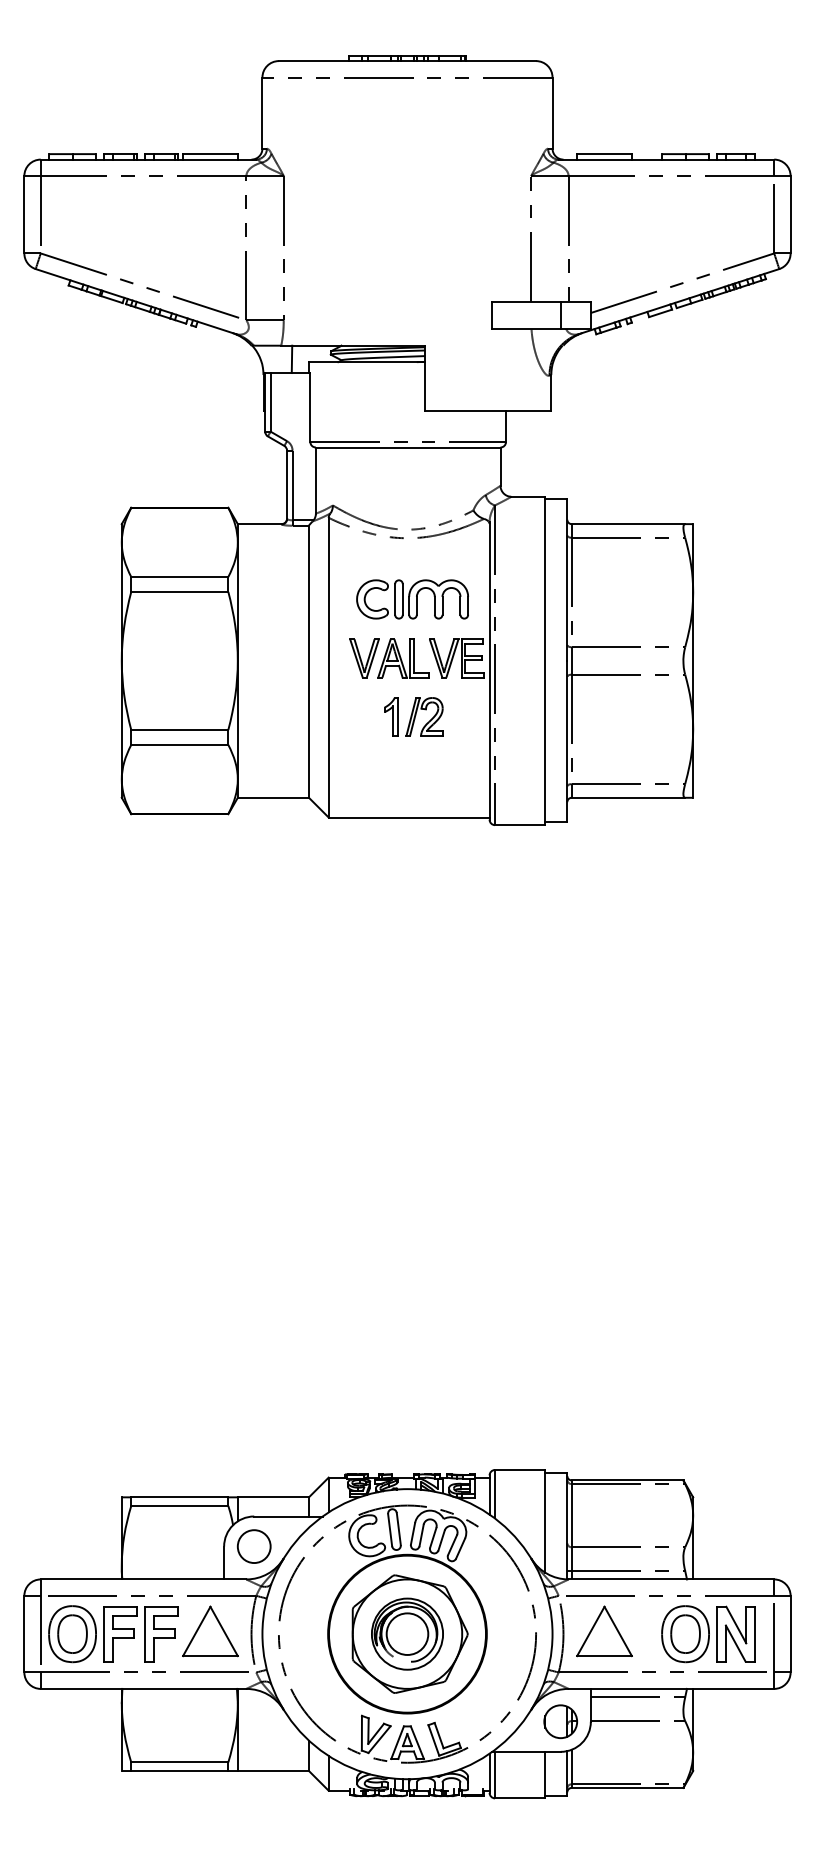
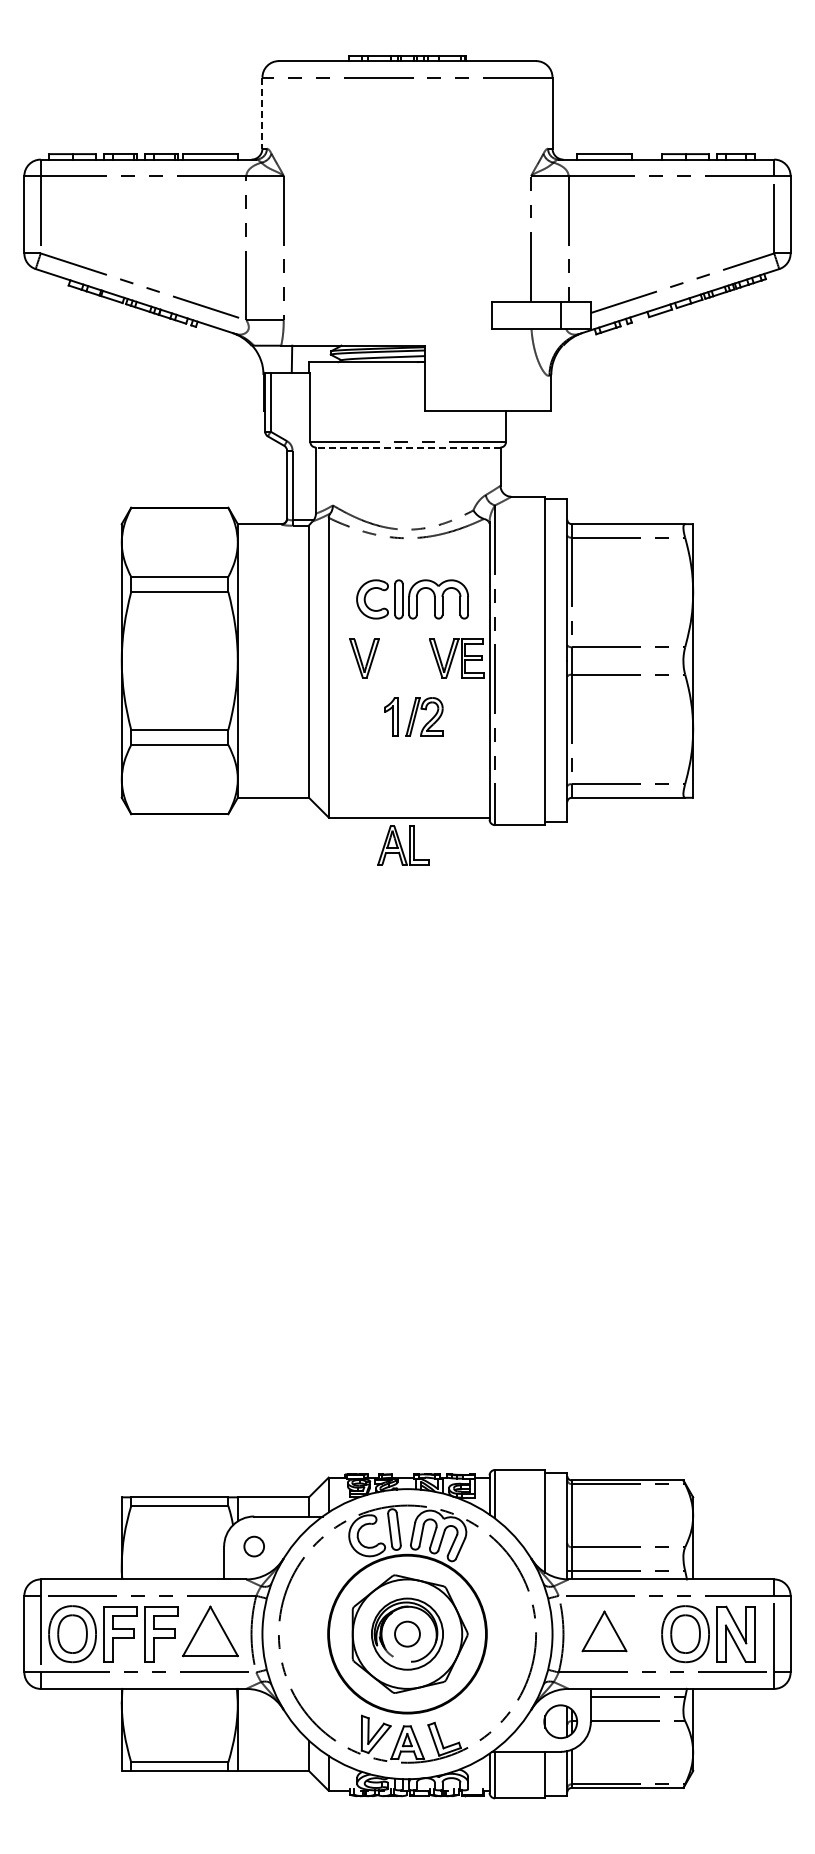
line at (262, 113): solid -> dashed
line at (407, 447): solid -> dashed
part at (403, 658) position: (403, 658) -> (403, 845)
circle at (253, 1546) diameter: 33 px -> 20 px
part at (604, 1631) size: 57x53 px -> 47x43 px
circle at (407, 1633) diameter: 42 px -> 25 px
